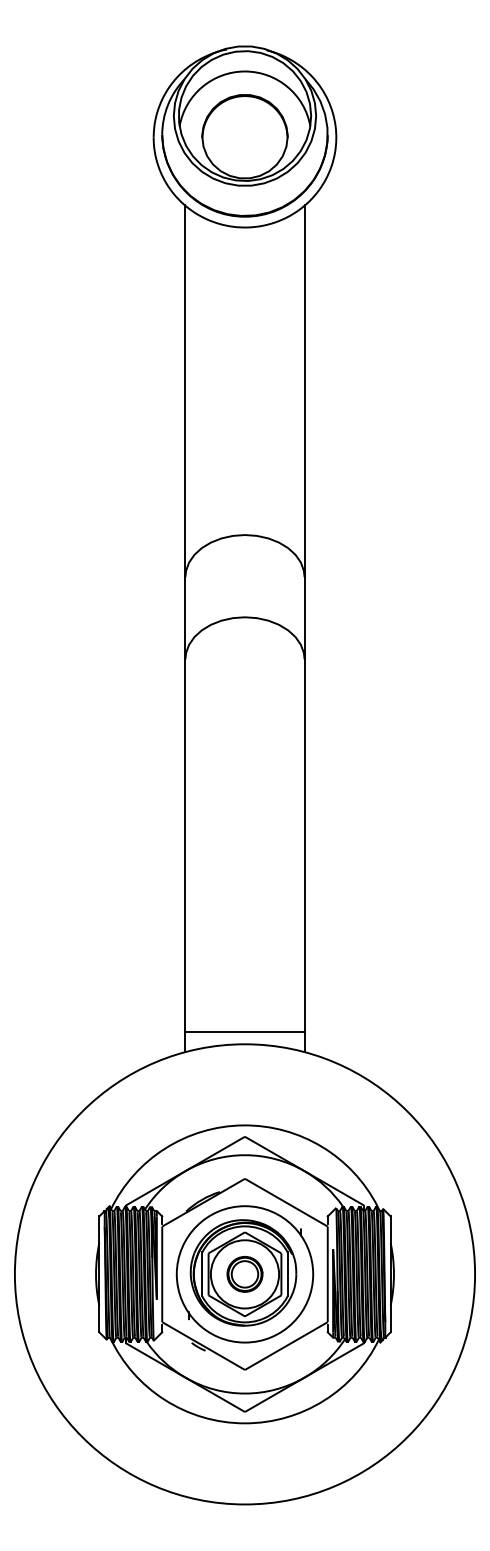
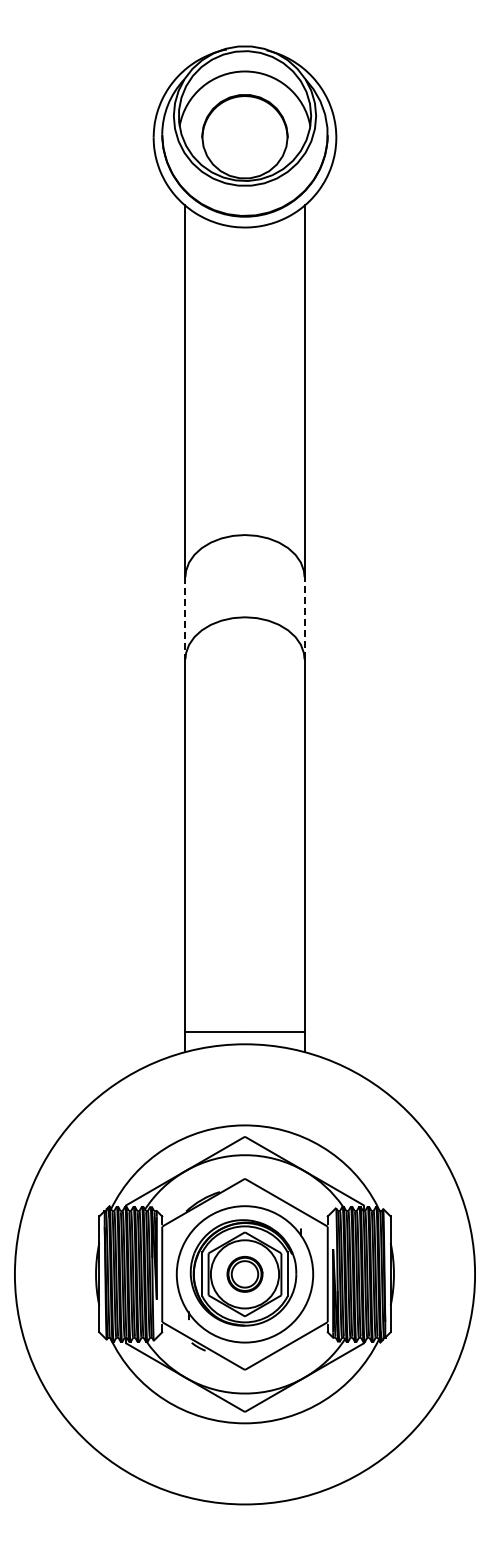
line at (304, 617): solid -> dashed
line at (185, 618): solid -> dashed
